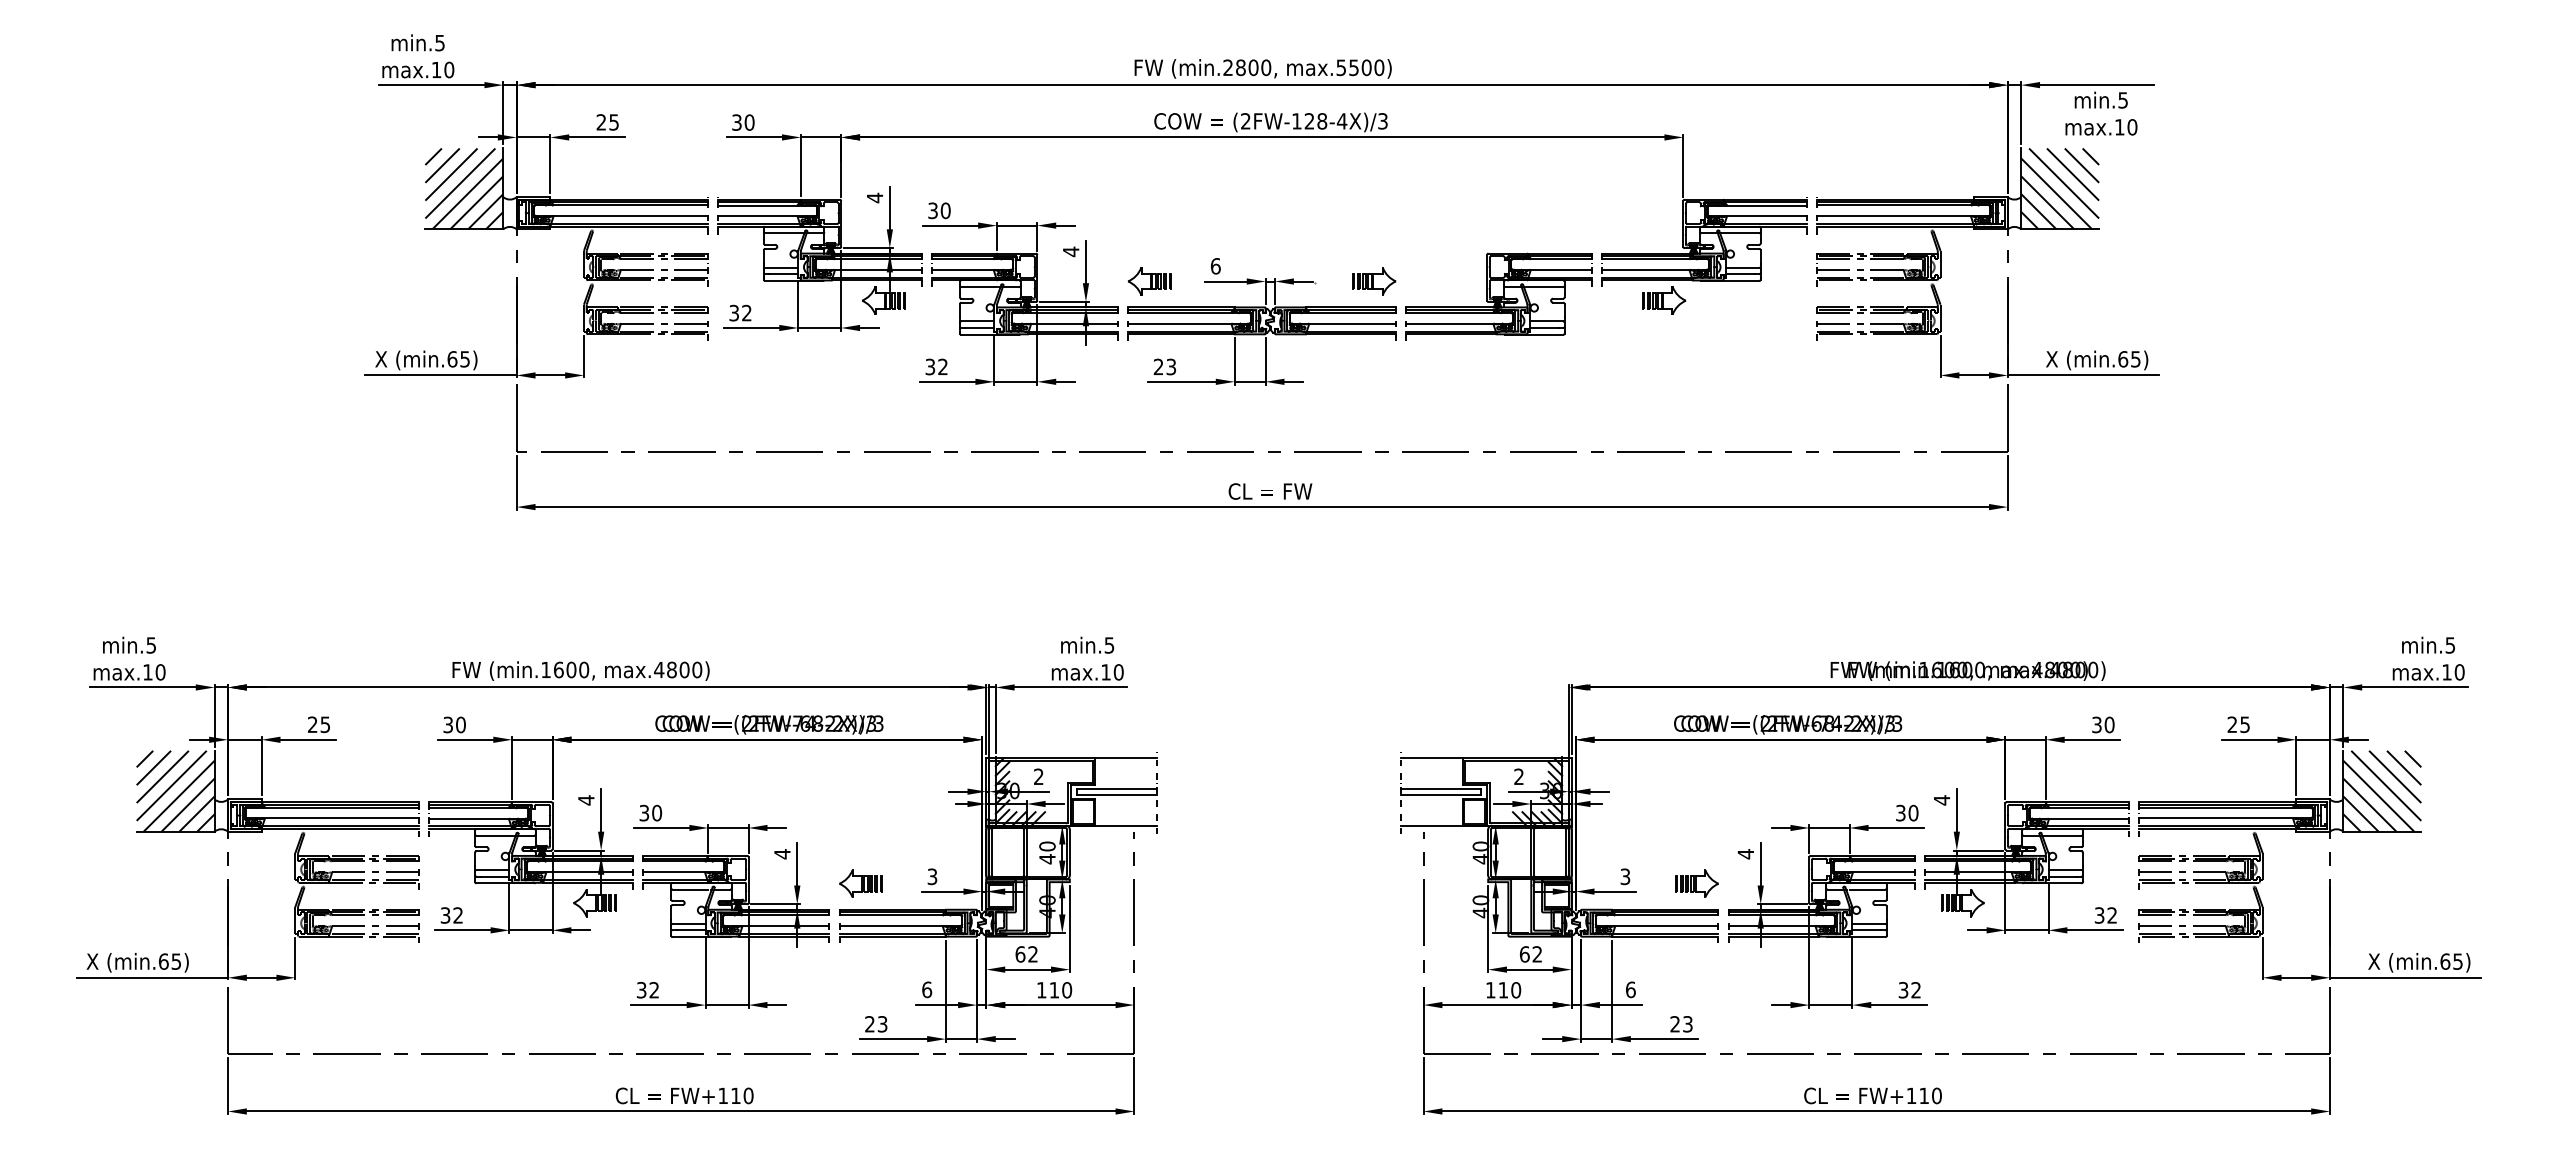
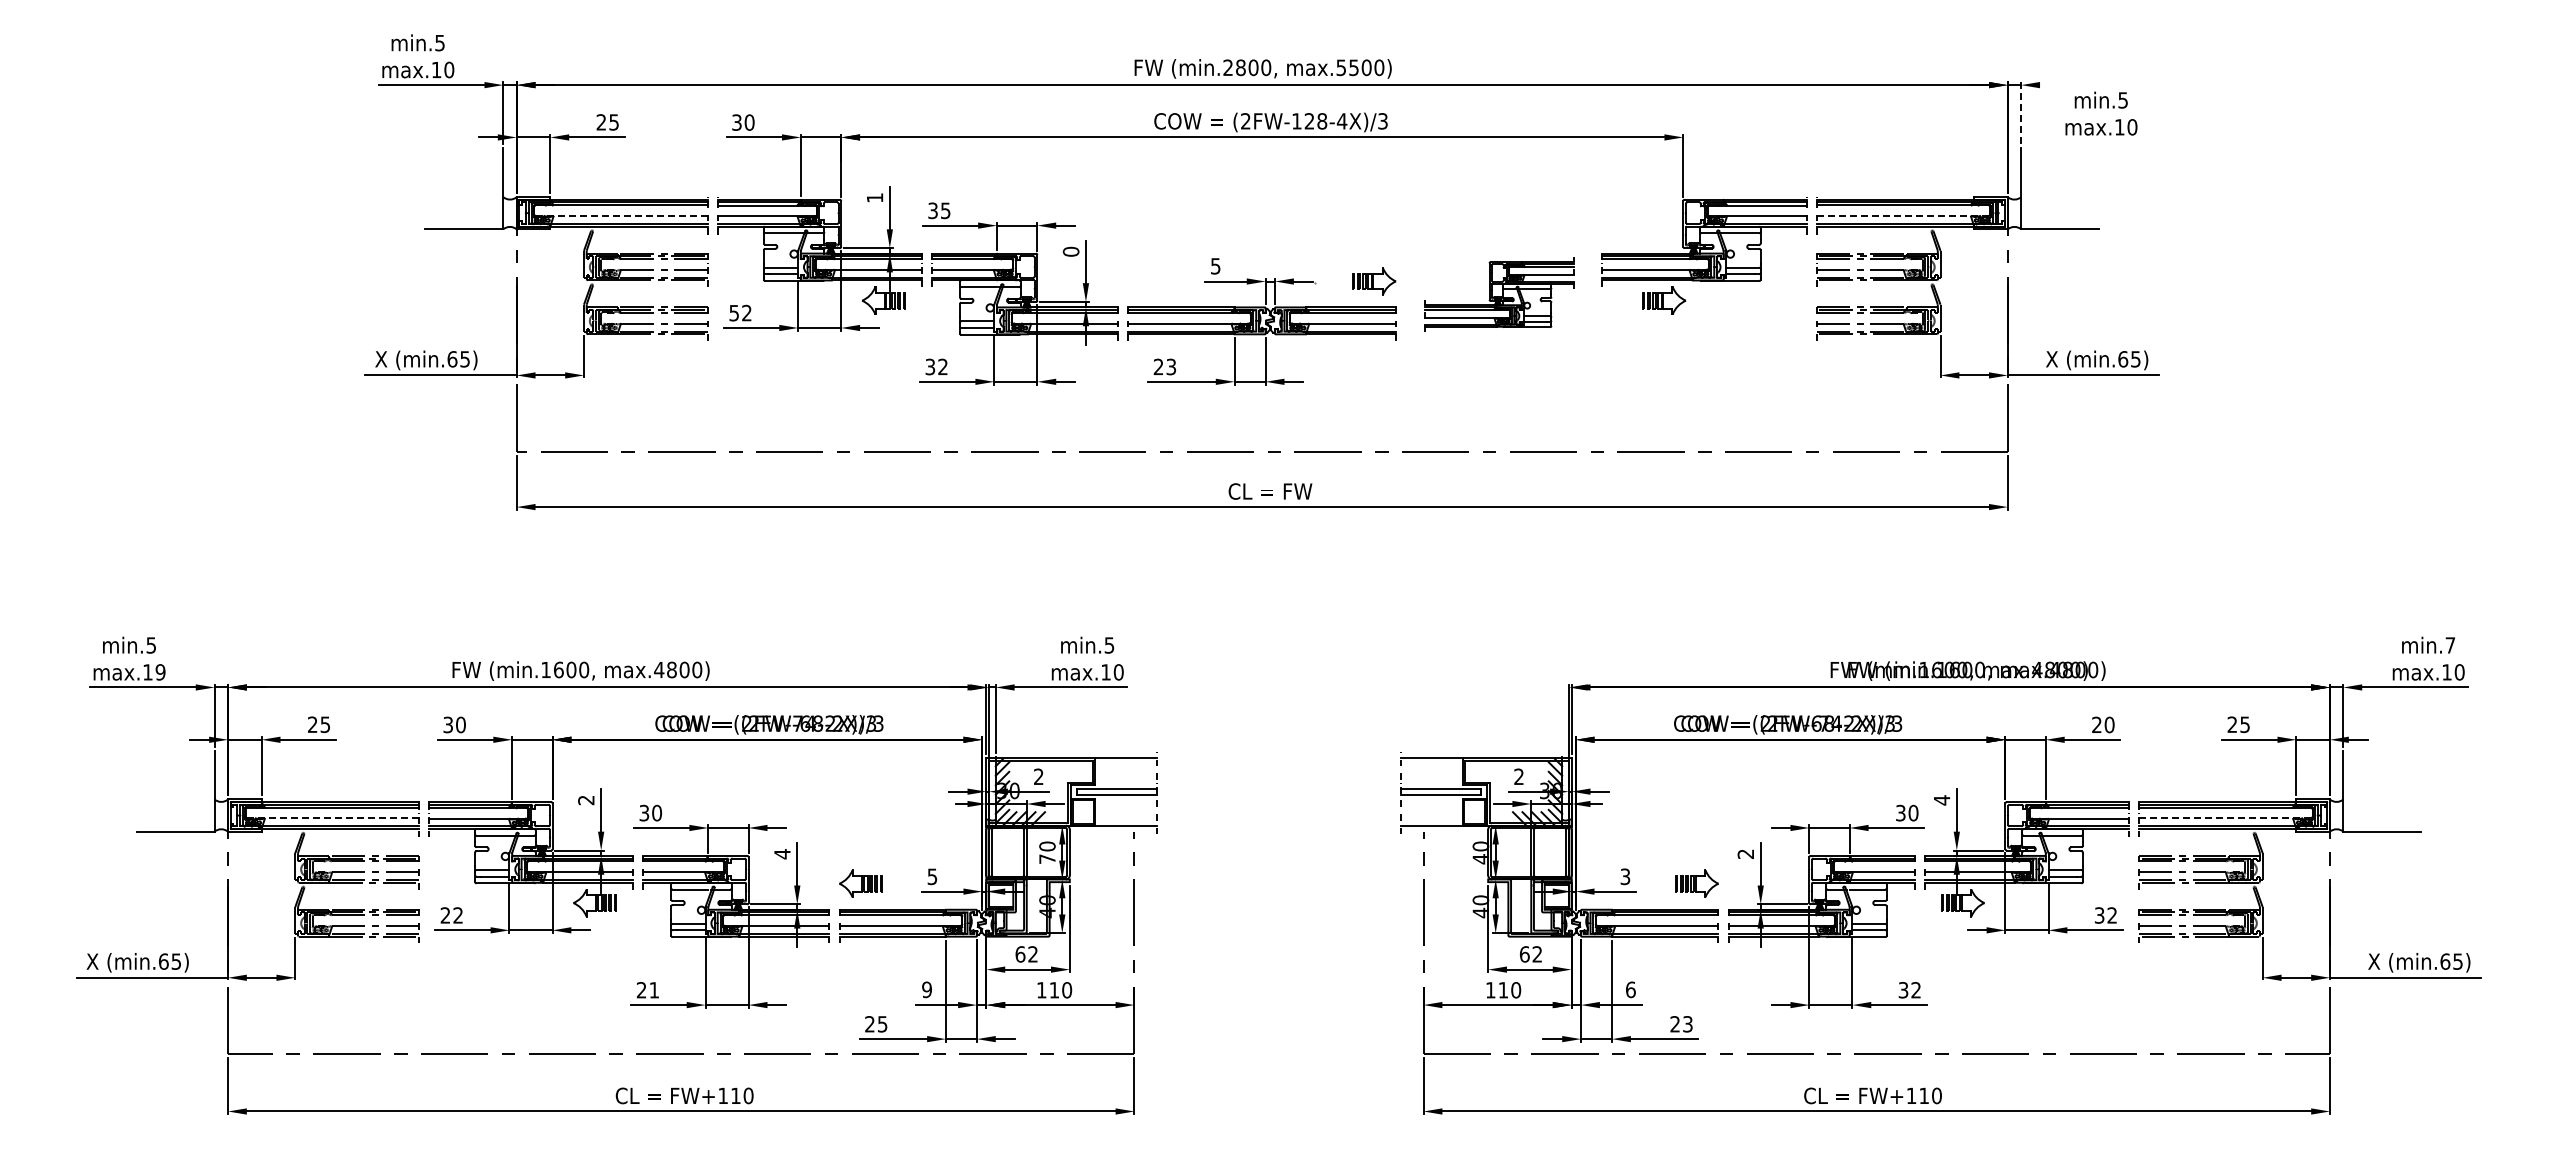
line at (2096, 85): present -> none
line at (2021, 112): solid -> dashed
hatch at (464, 188): present -> none
hatch at (2060, 188): present -> none
text at (875, 197): 4 -> 1
text at (945, 210): 30 -> 35
line at (621, 216): solid -> dashed
line at (1903, 216): solid -> dashed
text at (1070, 251): 4 -> 0
text at (1215, 266): 6 -> 5
part at (1149, 281): present -> none
part at (1498, 296) size: 188x89 px -> 151x75 px
text at (734, 312): 32 -> 52
text at (2450, 645): min.5 -> min.7
text at (160, 672): max.10 -> max.19
text at (2096, 725): 30 -> 20
hatch at (175, 790): present -> none
hatch at (2382, 790): present -> none
text at (586, 800): 4 -> 2
line at (332, 818): solid -> dashed
line at (2225, 818): solid -> dashed
text at (1745, 854): 4 -> 2
text at (1047, 859): 40 -> 70
text at (932, 876): 3 -> 5
text at (445, 915): 32 -> 22
text at (927, 989): 6 -> 9
text at (647, 990): 32 -> 21
text at (882, 1023): 23 -> 25
